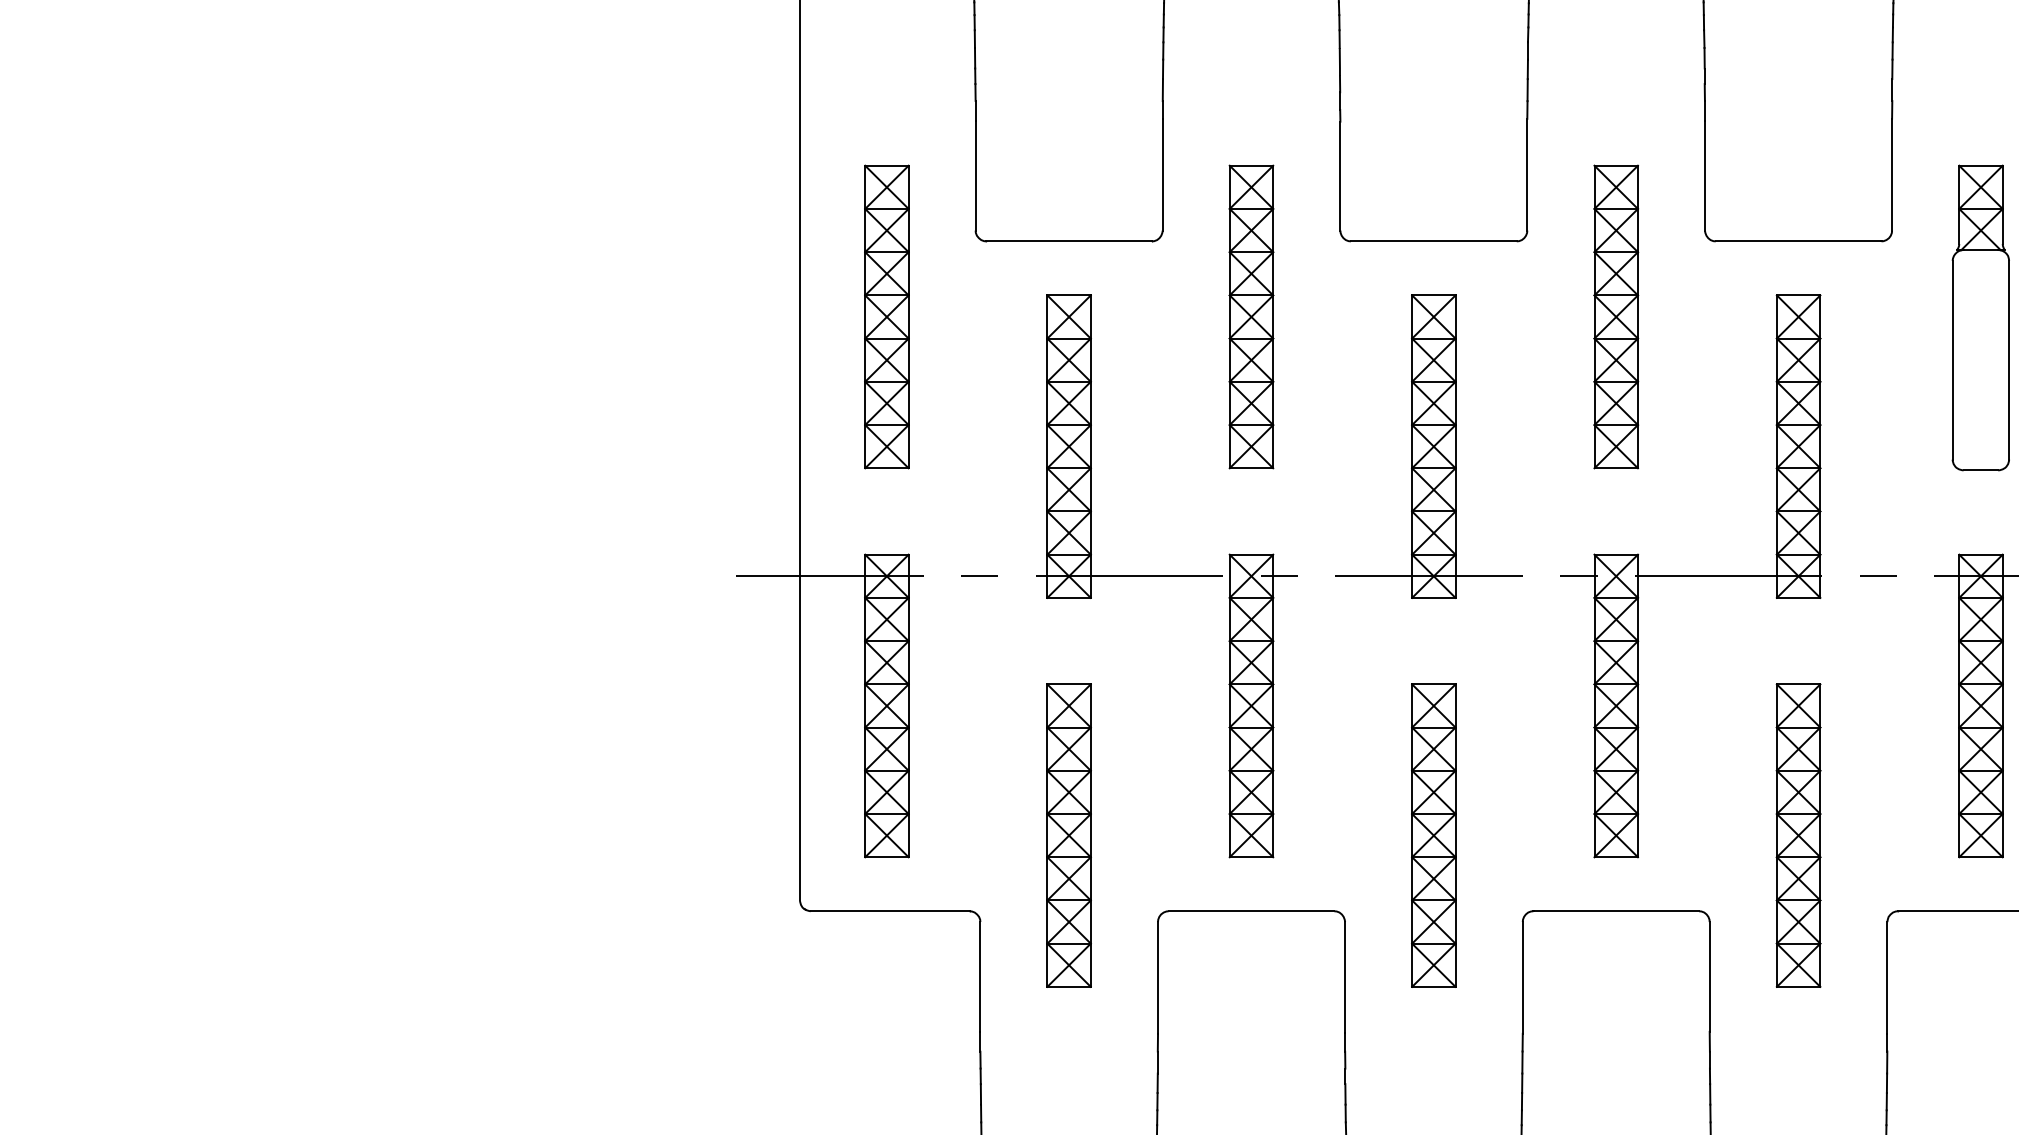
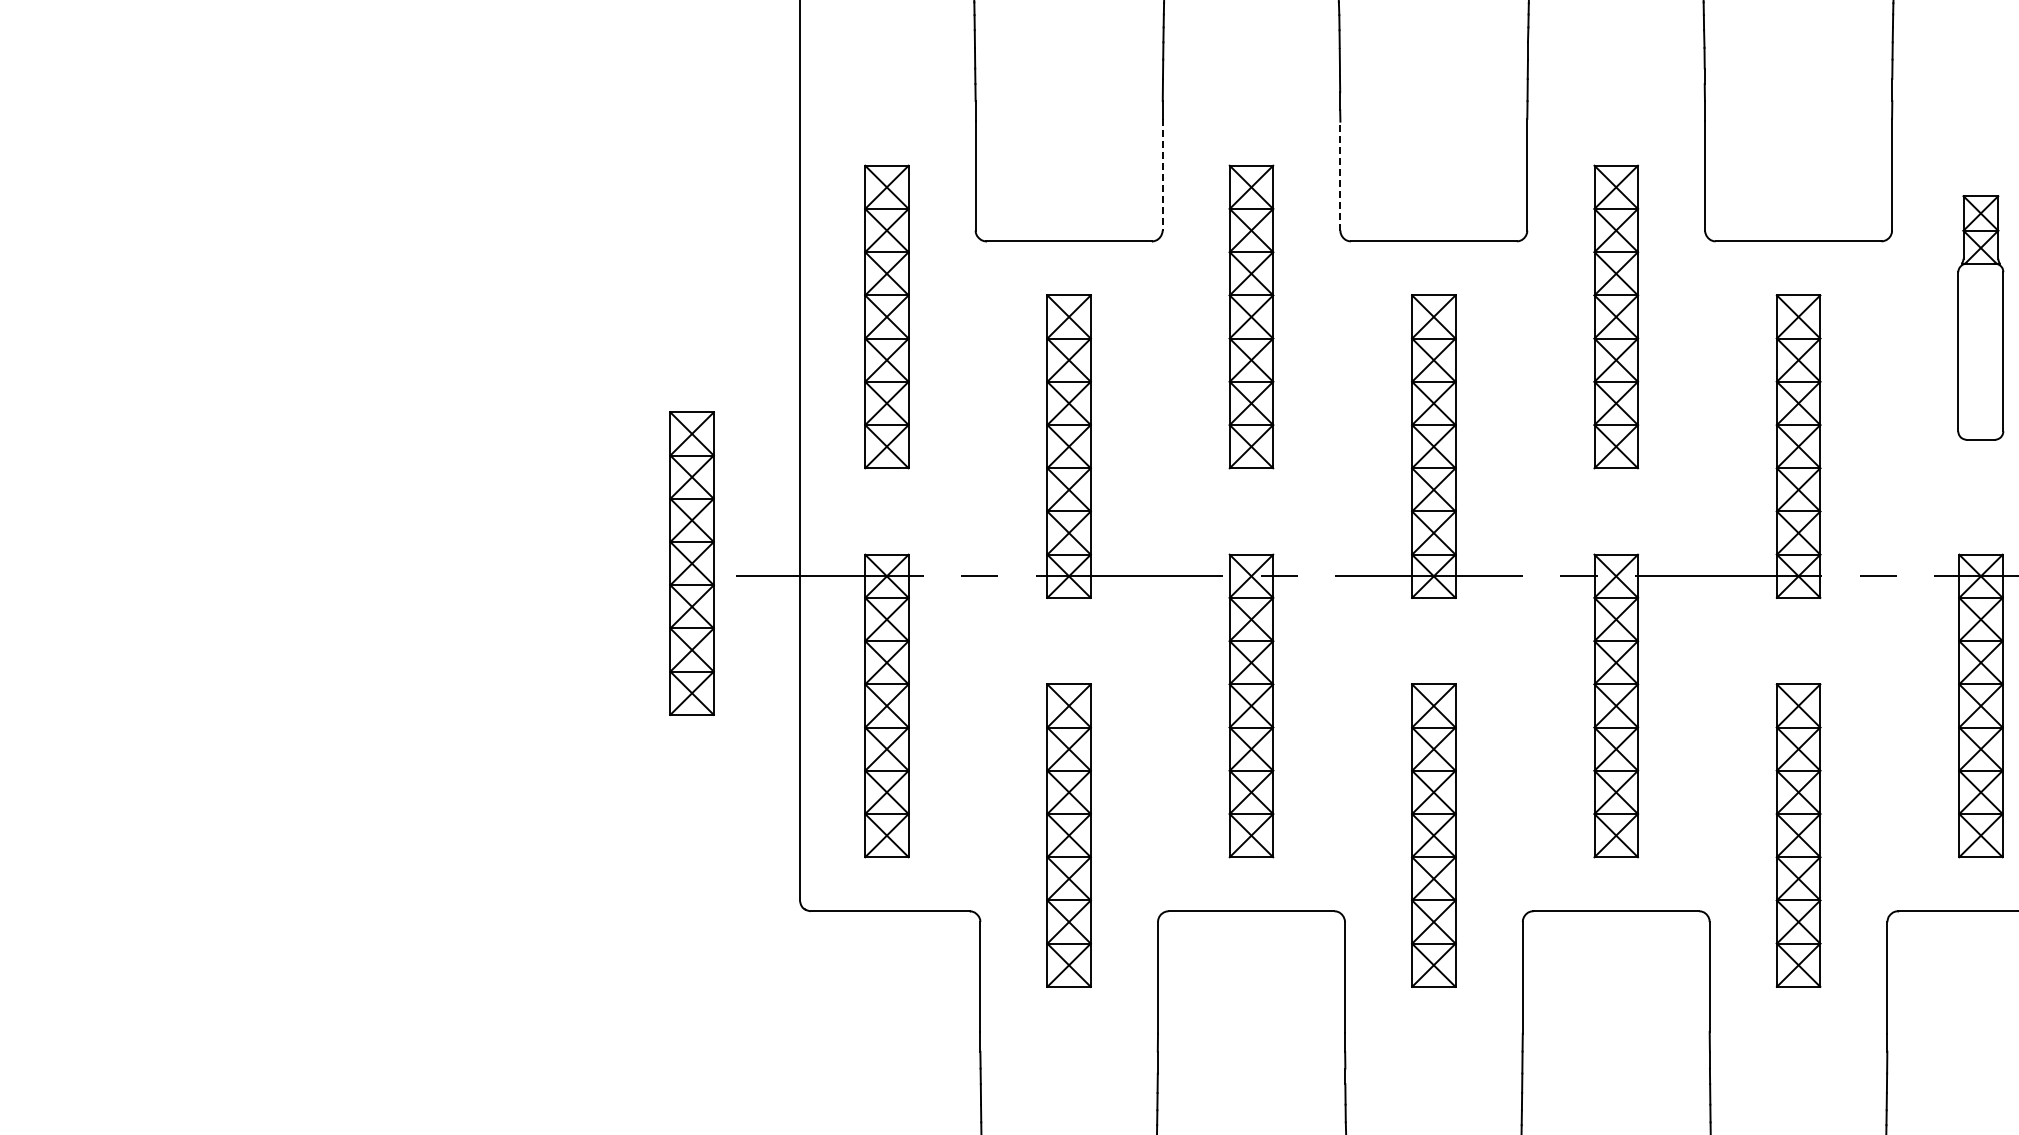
line at (1162, 174): solid -> dashed
line at (1340, 175): solid -> dashed
part at (1980, 317) size: 59x308 px -> 48x246 px
part at (691, 563): none -> present
